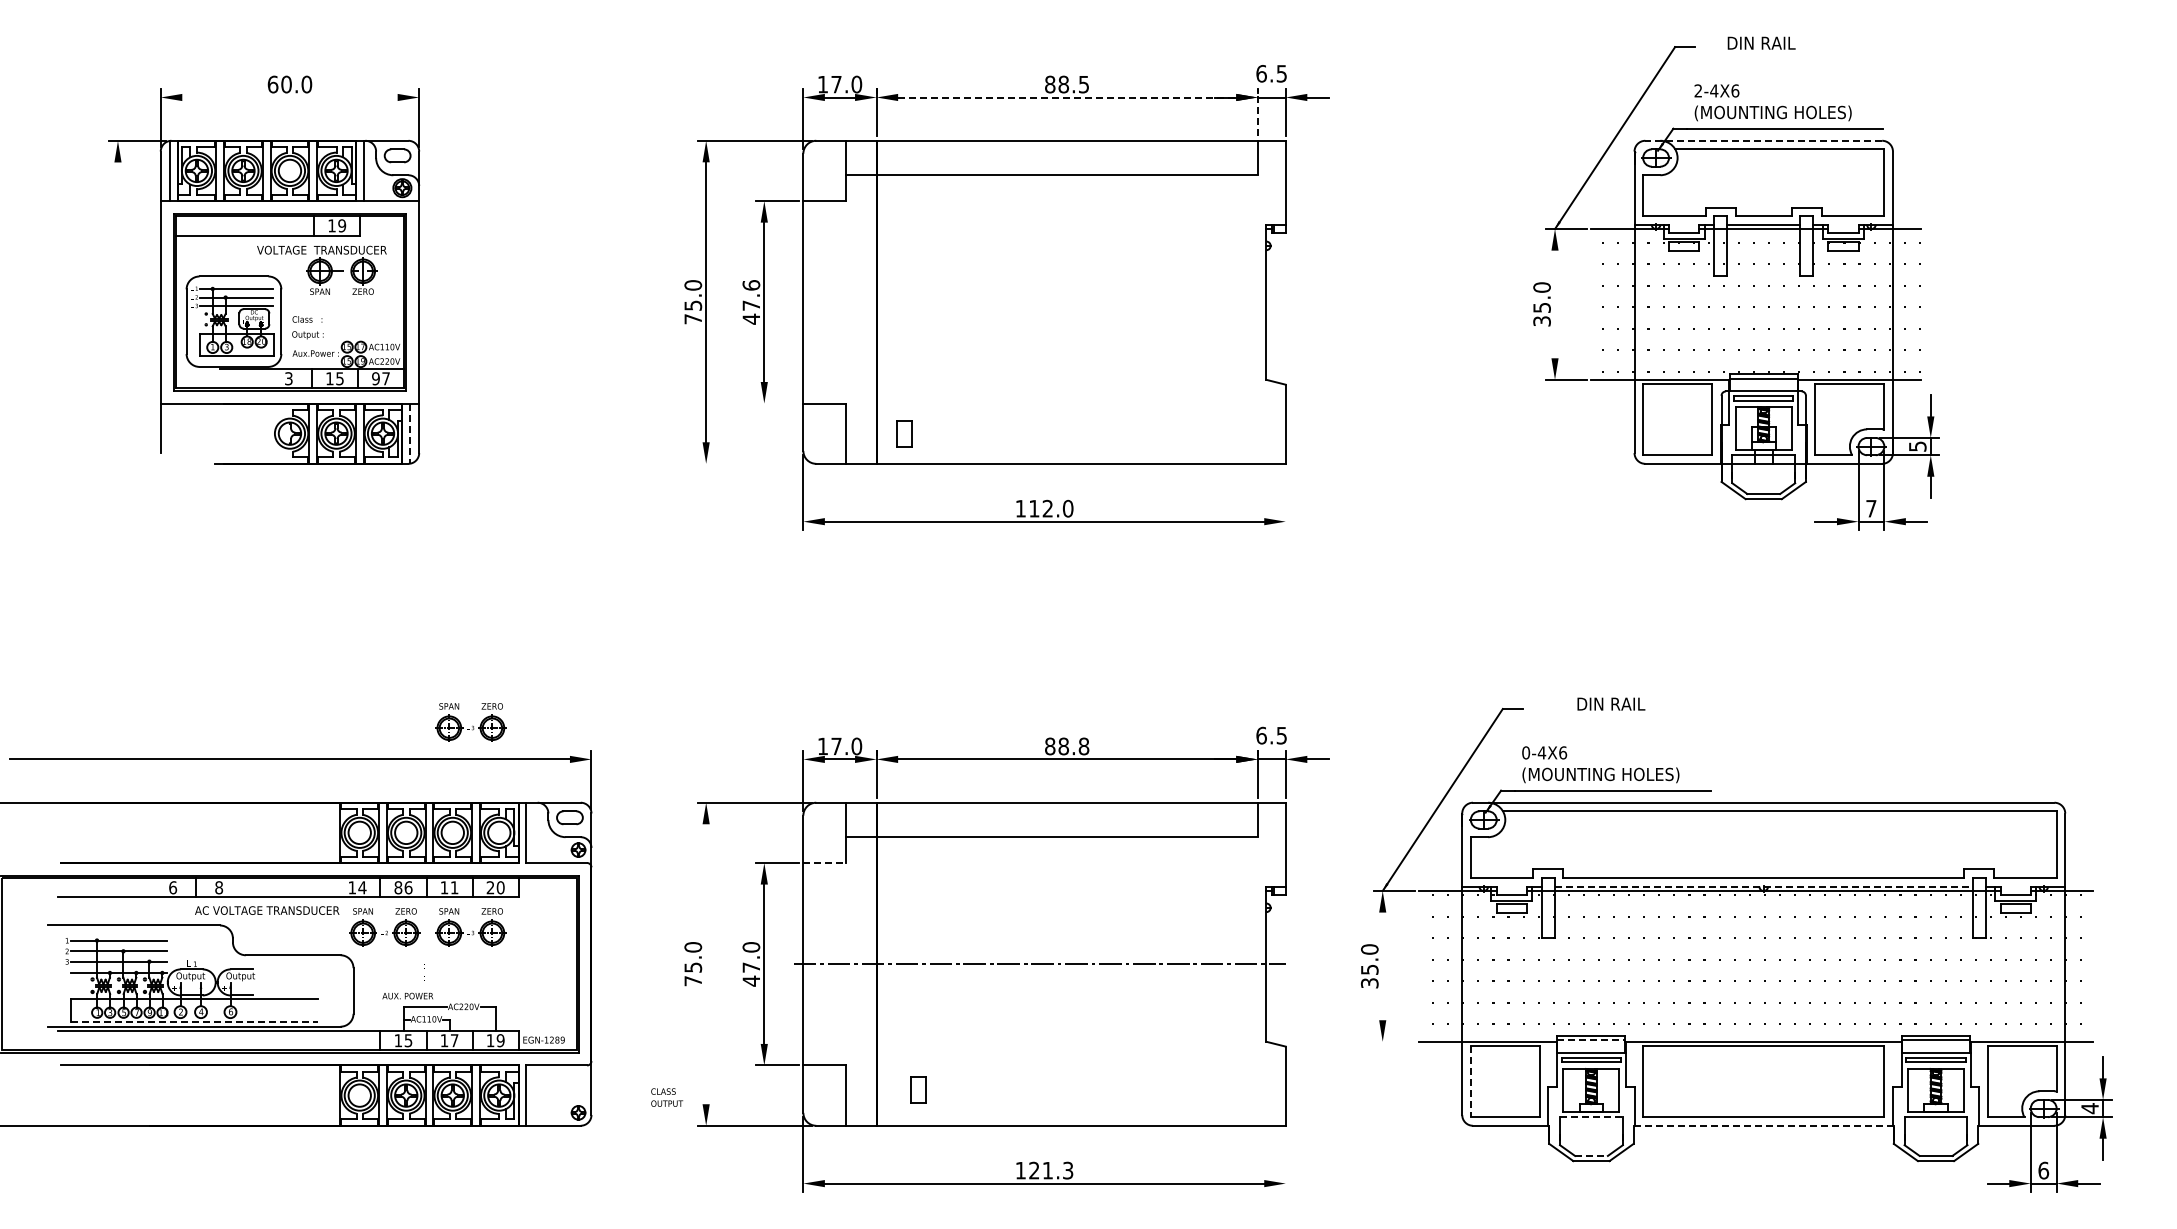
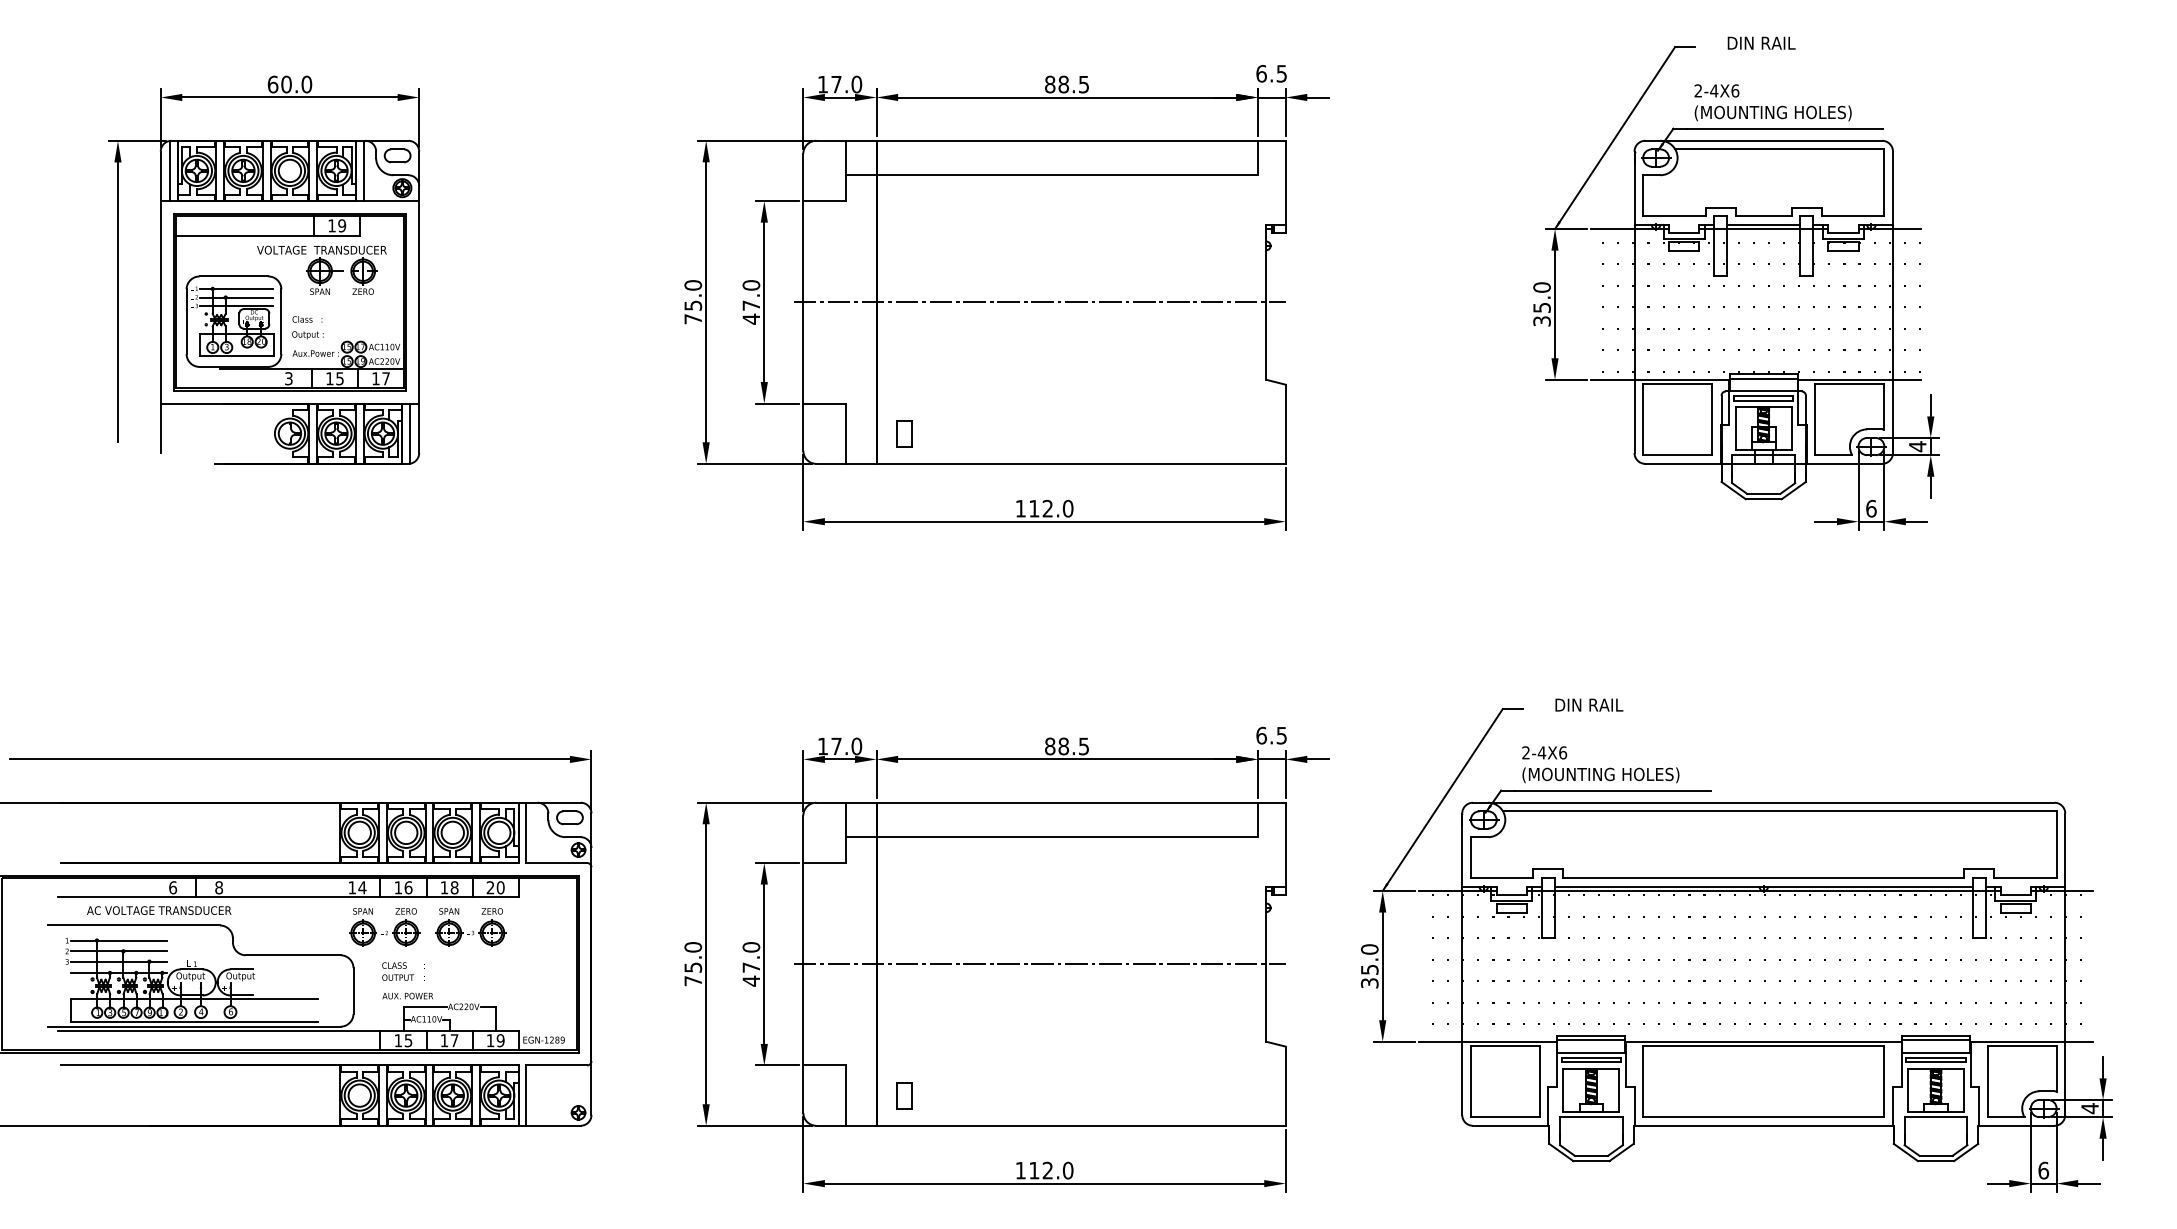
line at (289, 97): none -> present
line at (1067, 97): dashed -> solid
line at (1257, 112): dashed -> solid
line at (1763, 140): dashed -> solid
text at (750, 285): 47.6 -> 47.0
line at (117, 302): none -> present
line at (1039, 302): none -> present
line at (1555, 304): none -> present
text at (375, 378): 97 -> 17
line at (777, 403): none -> present
line at (410, 434): dashed -> solid
text at (1917, 446): 5 -> 4
line at (754, 463): none -> present
line at (1285, 499): none -> present
text at (1871, 508): 7 -> 6
text at (1611, 703) position: (1611, 703) -> (1589, 704)
part at (470, 722): present -> none
text at (1083, 746): 88.8 -> 88.5
text at (1526, 752): 0-4X6 -> 2-4X6
line at (824, 863): dashed -> solid
line at (1763, 886): dashed -> solid
text at (398, 887): 86 -> 16
text at (454, 887): 11 -> 18
text at (267, 910) position: (267, 910) -> (159, 910)
line at (706, 964): none -> present
line at (1382, 966): none -> present
line at (195, 1022): dashed -> solid
line at (1591, 1040): dashed -> solid
line at (1394, 1041): none -> present
line at (1470, 1081): dashed -> solid
part at (918, 1089) position: (918, 1089) -> (904, 1095)
text at (667, 1097) position: (667, 1097) -> (398, 971)
line at (1591, 1116): dashed -> solid
line at (1763, 1125): dashed -> solid
line at (1591, 1155): dashed -> solid
line at (1285, 1161): none -> present
text at (1051, 1170): 121.3 -> 112.0
